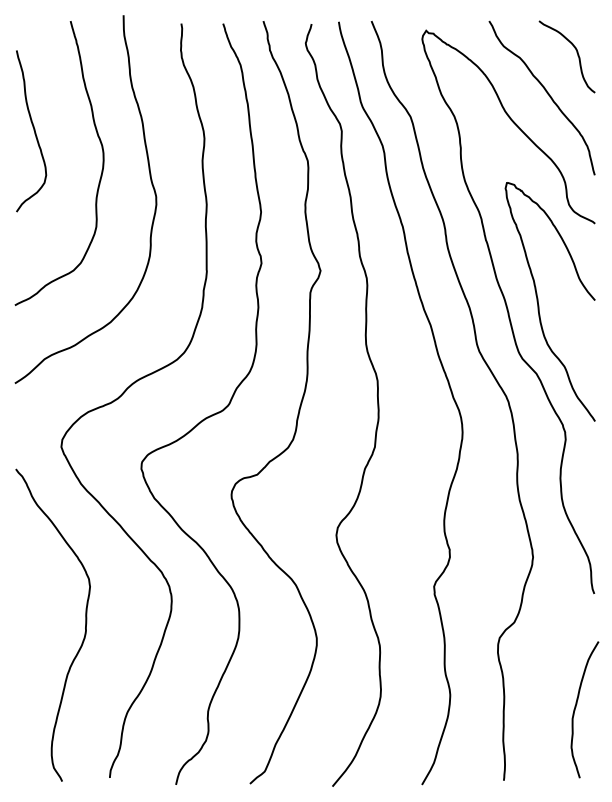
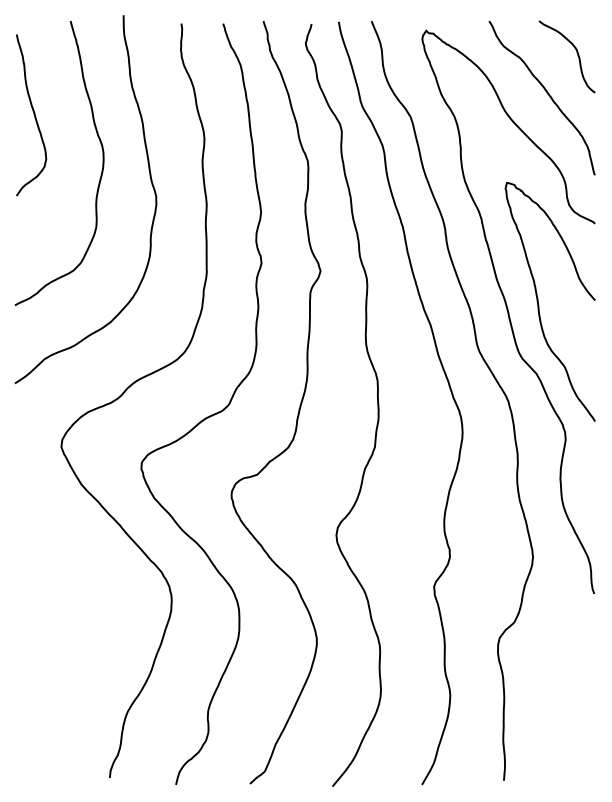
curve at (33, 130) position: (33, 130) -> (33, 114)
curve at (84, 632): present -> none
curve at (576, 707): present -> none
